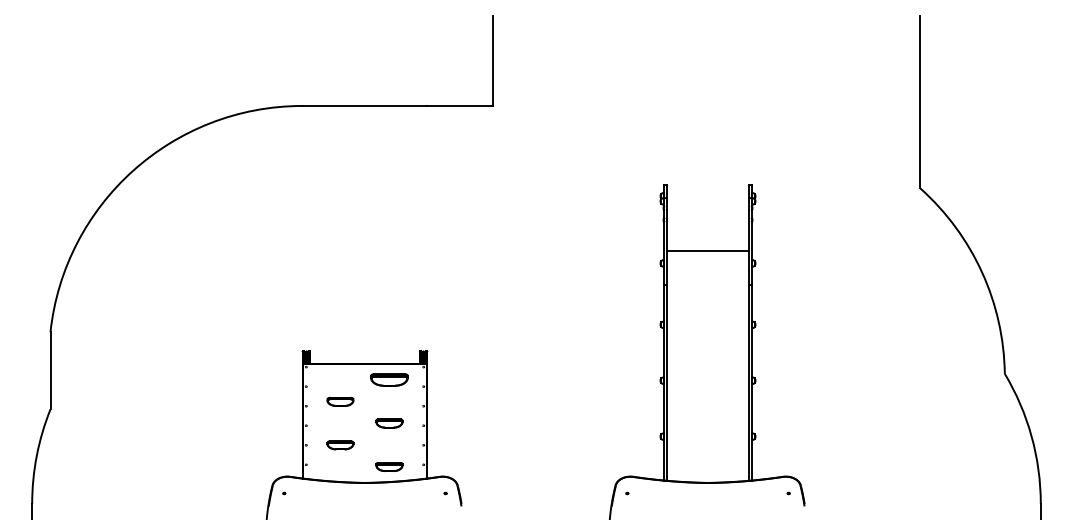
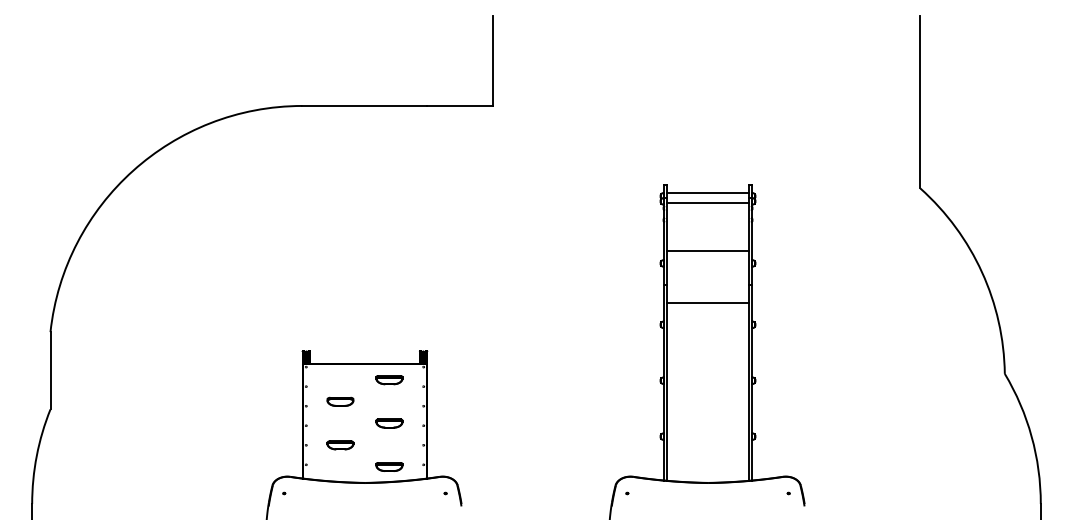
line at (707, 193): none -> present
line at (707, 202): none -> present
line at (707, 303): none -> present
part at (389, 379) size: 39x14 px -> 29x11 px
